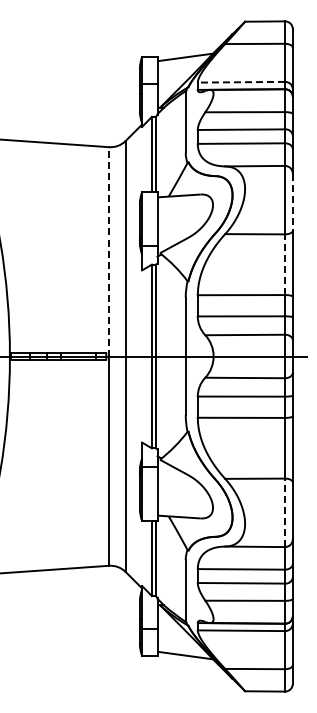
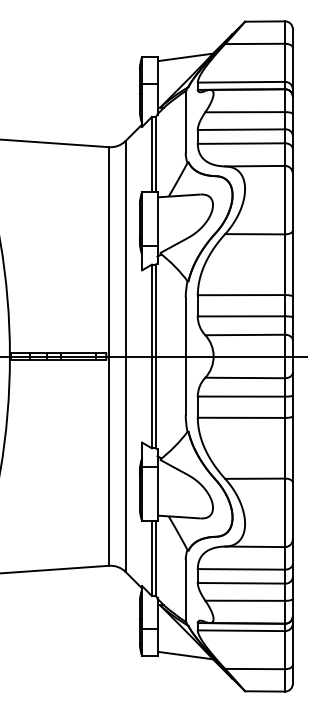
line at (241, 82): dashed -> solid
line at (292, 202): dashed -> solid
line at (109, 251): dashed -> solid
line at (284, 264): dashed -> solid
line at (284, 512): dashed -> solid
